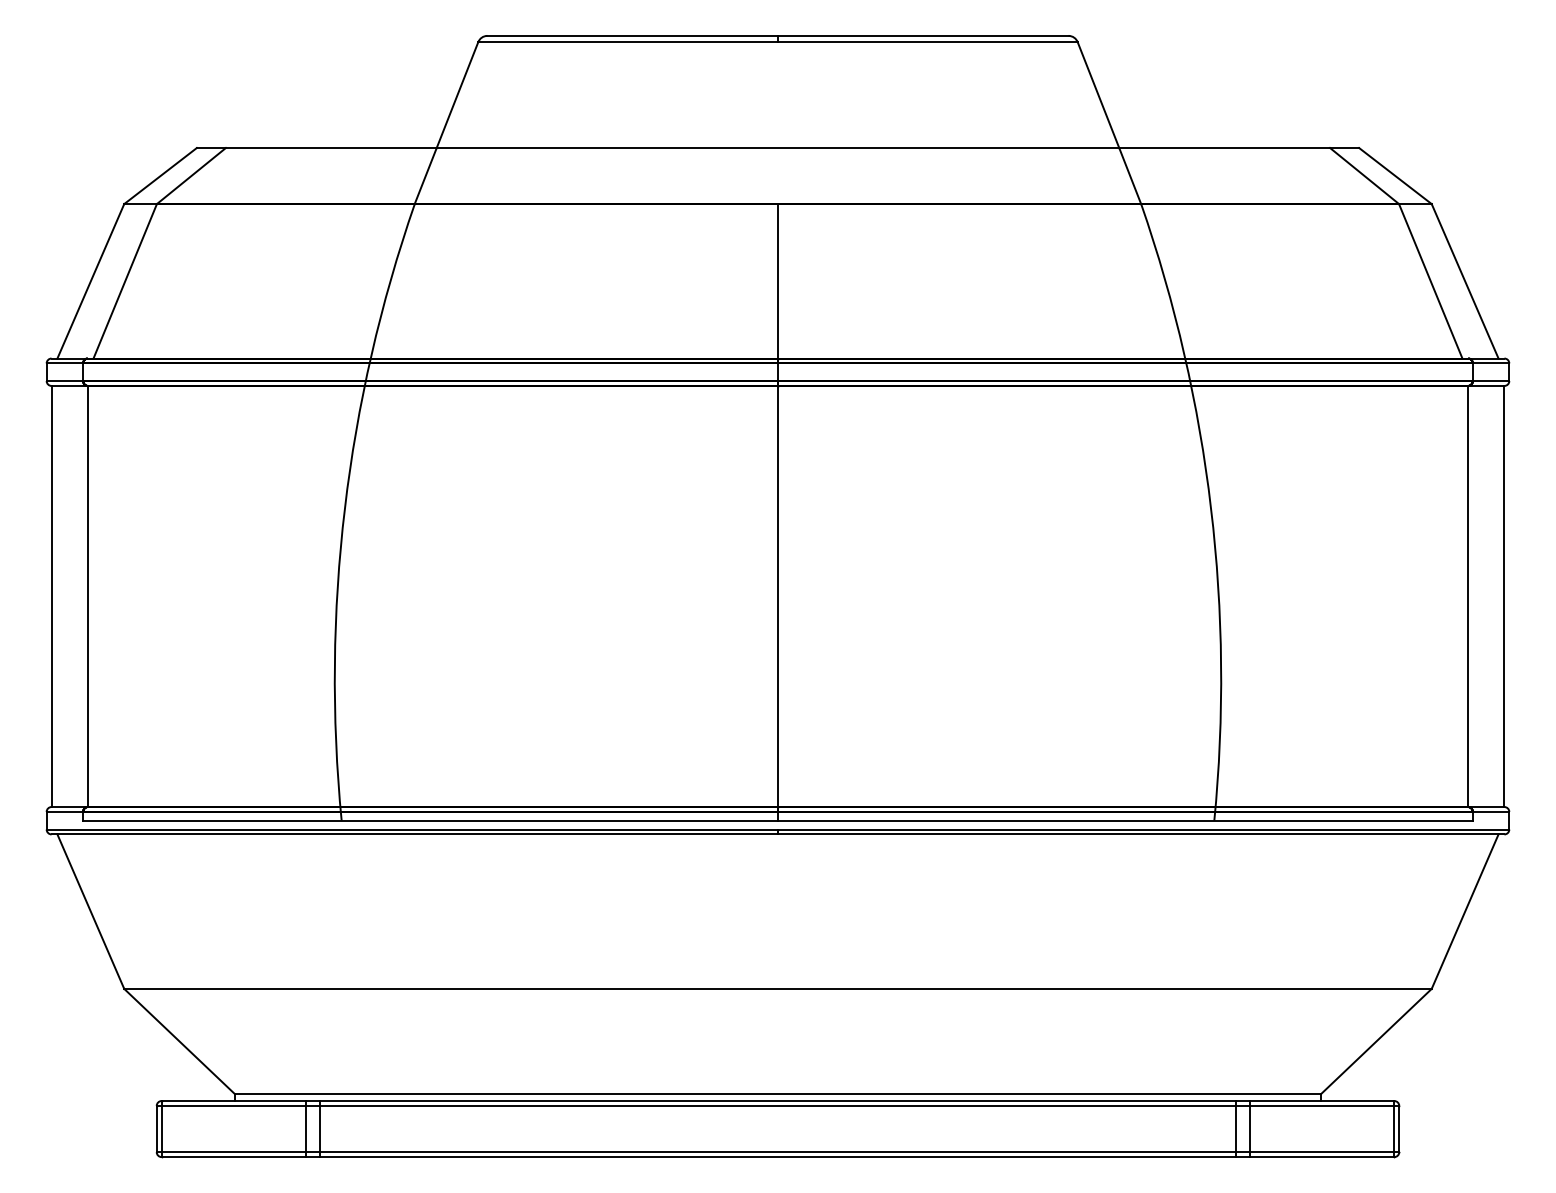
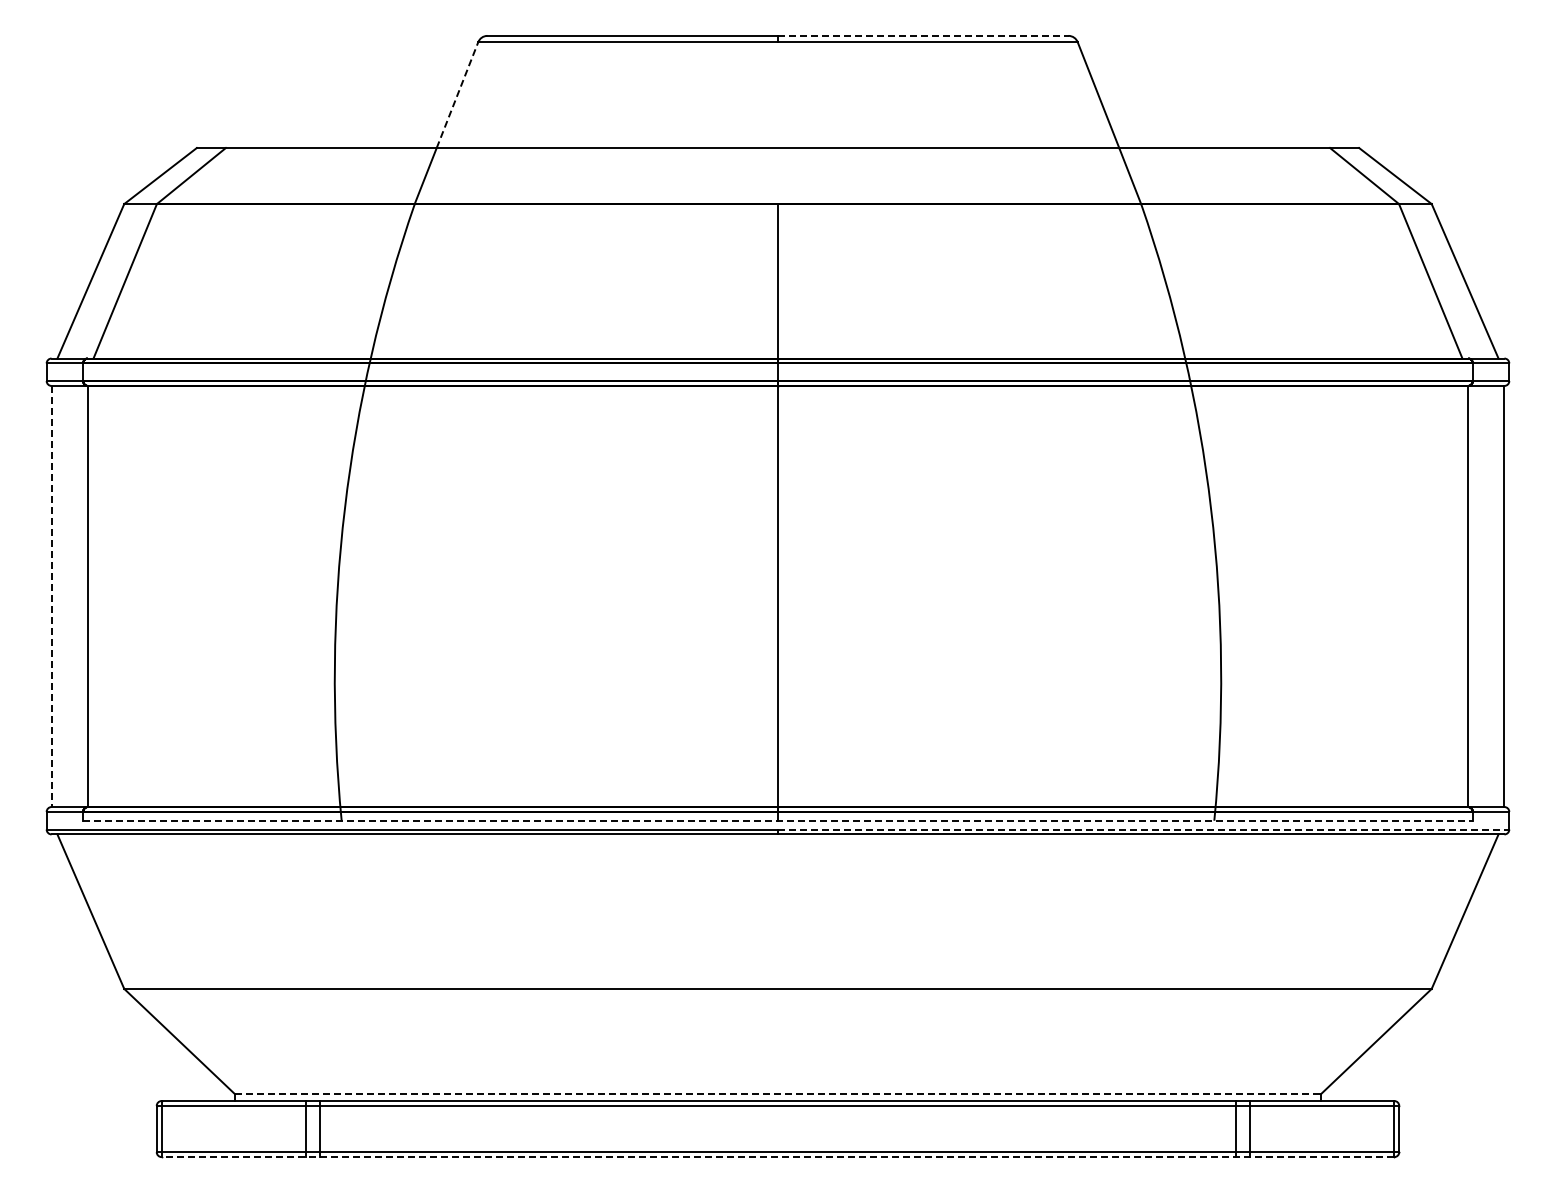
line at (923, 35): solid -> dashed
line at (457, 95): solid -> dashed
line at (51, 596): solid -> dashed
line at (778, 820): solid -> dashed
line at (1143, 829): solid -> dashed
line at (778, 1094): solid -> dashed
line at (777, 1157): solid -> dashed
